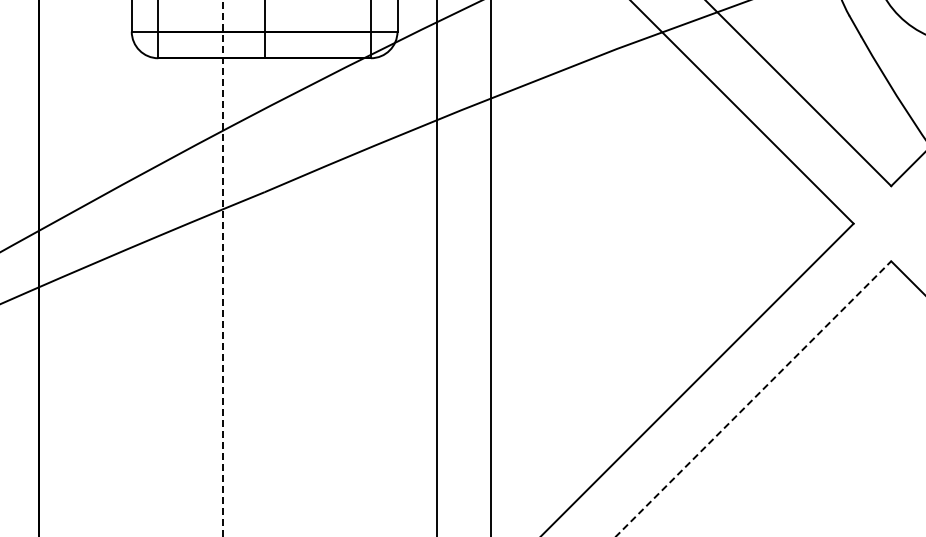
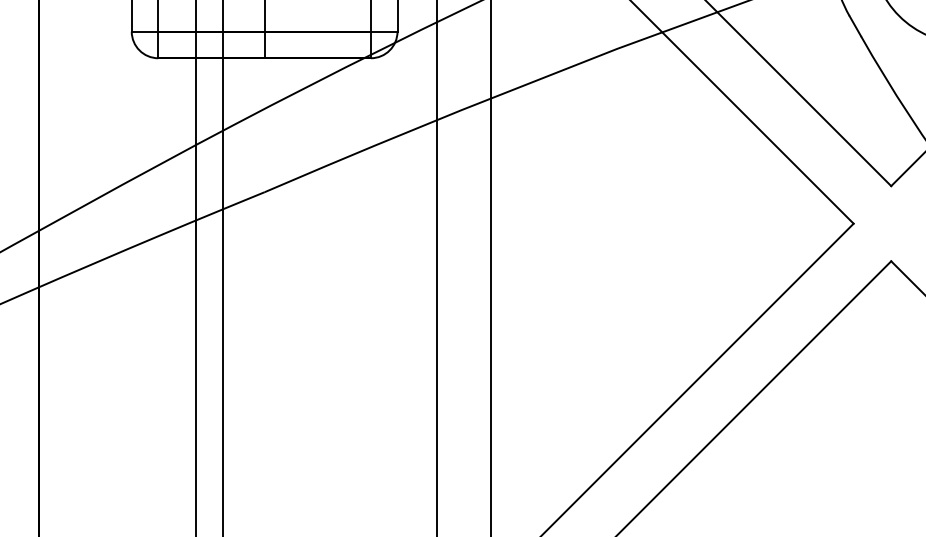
line at (196, 267): none -> present
line at (222, 268): dashed -> solid
line at (753, 398): dashed -> solid
